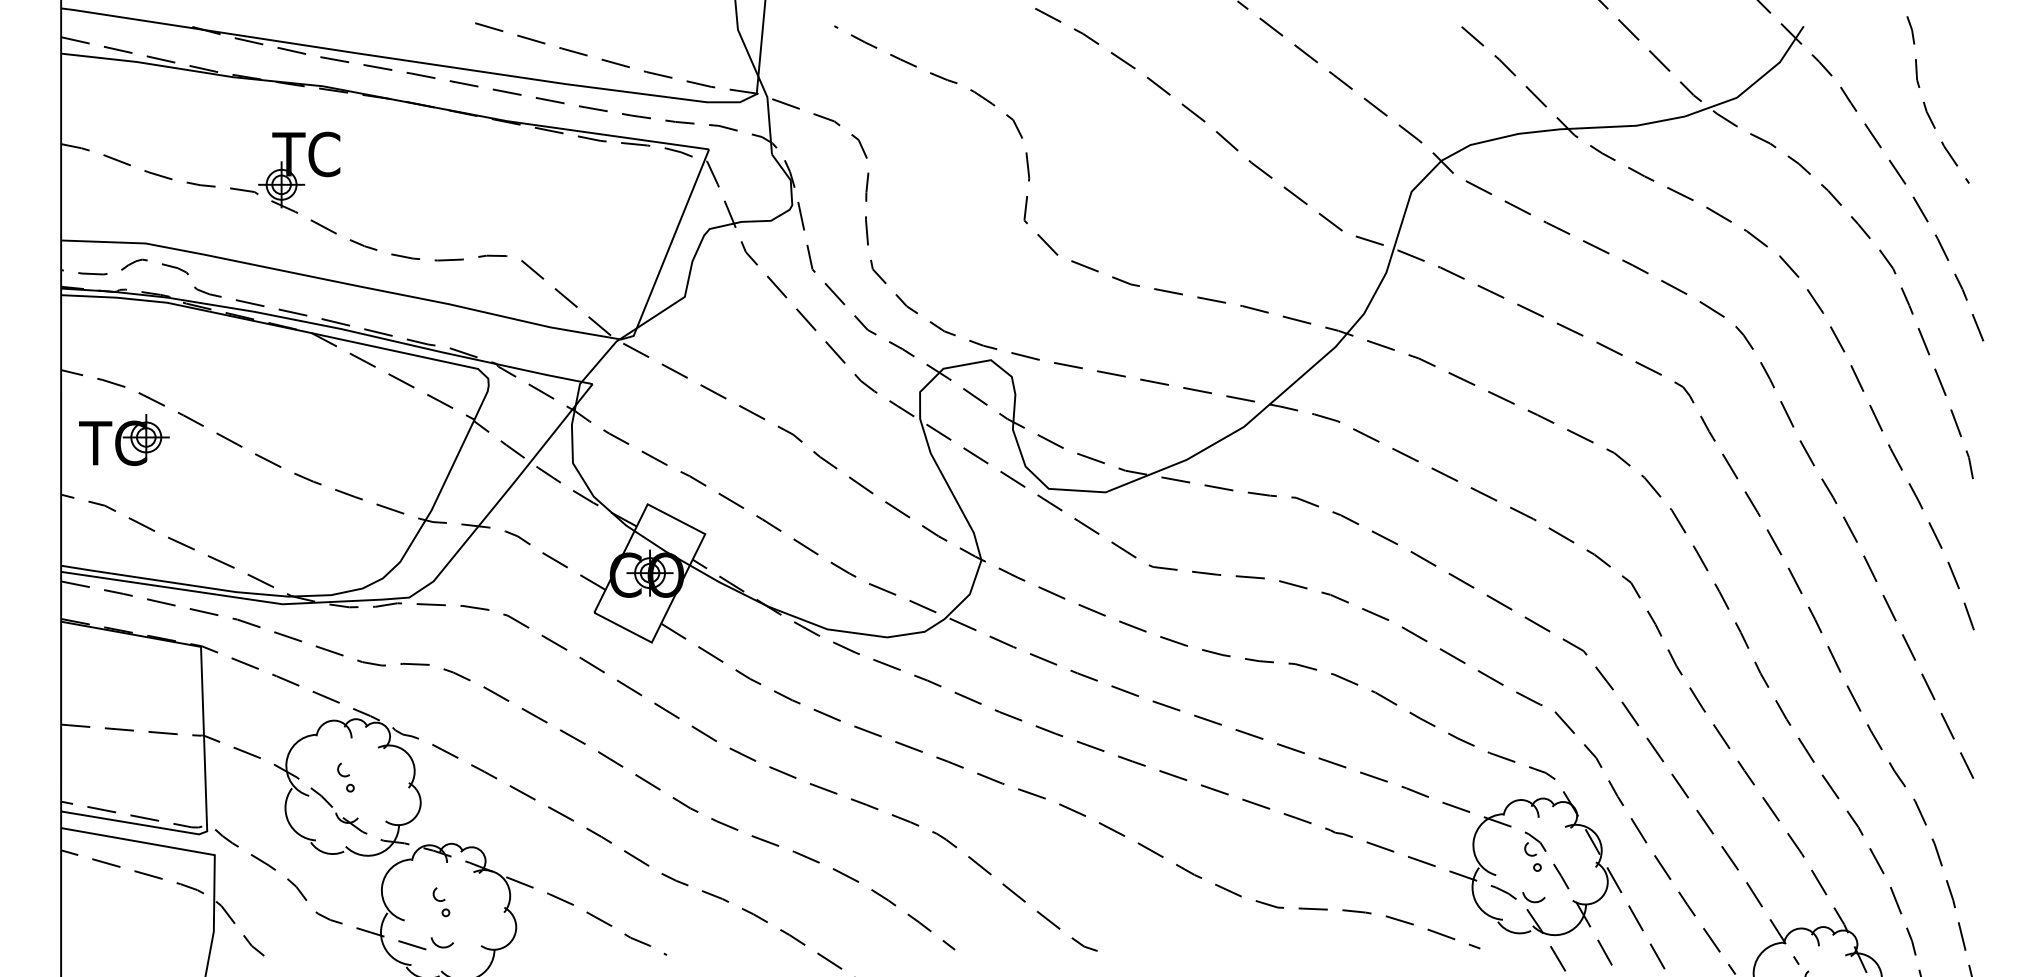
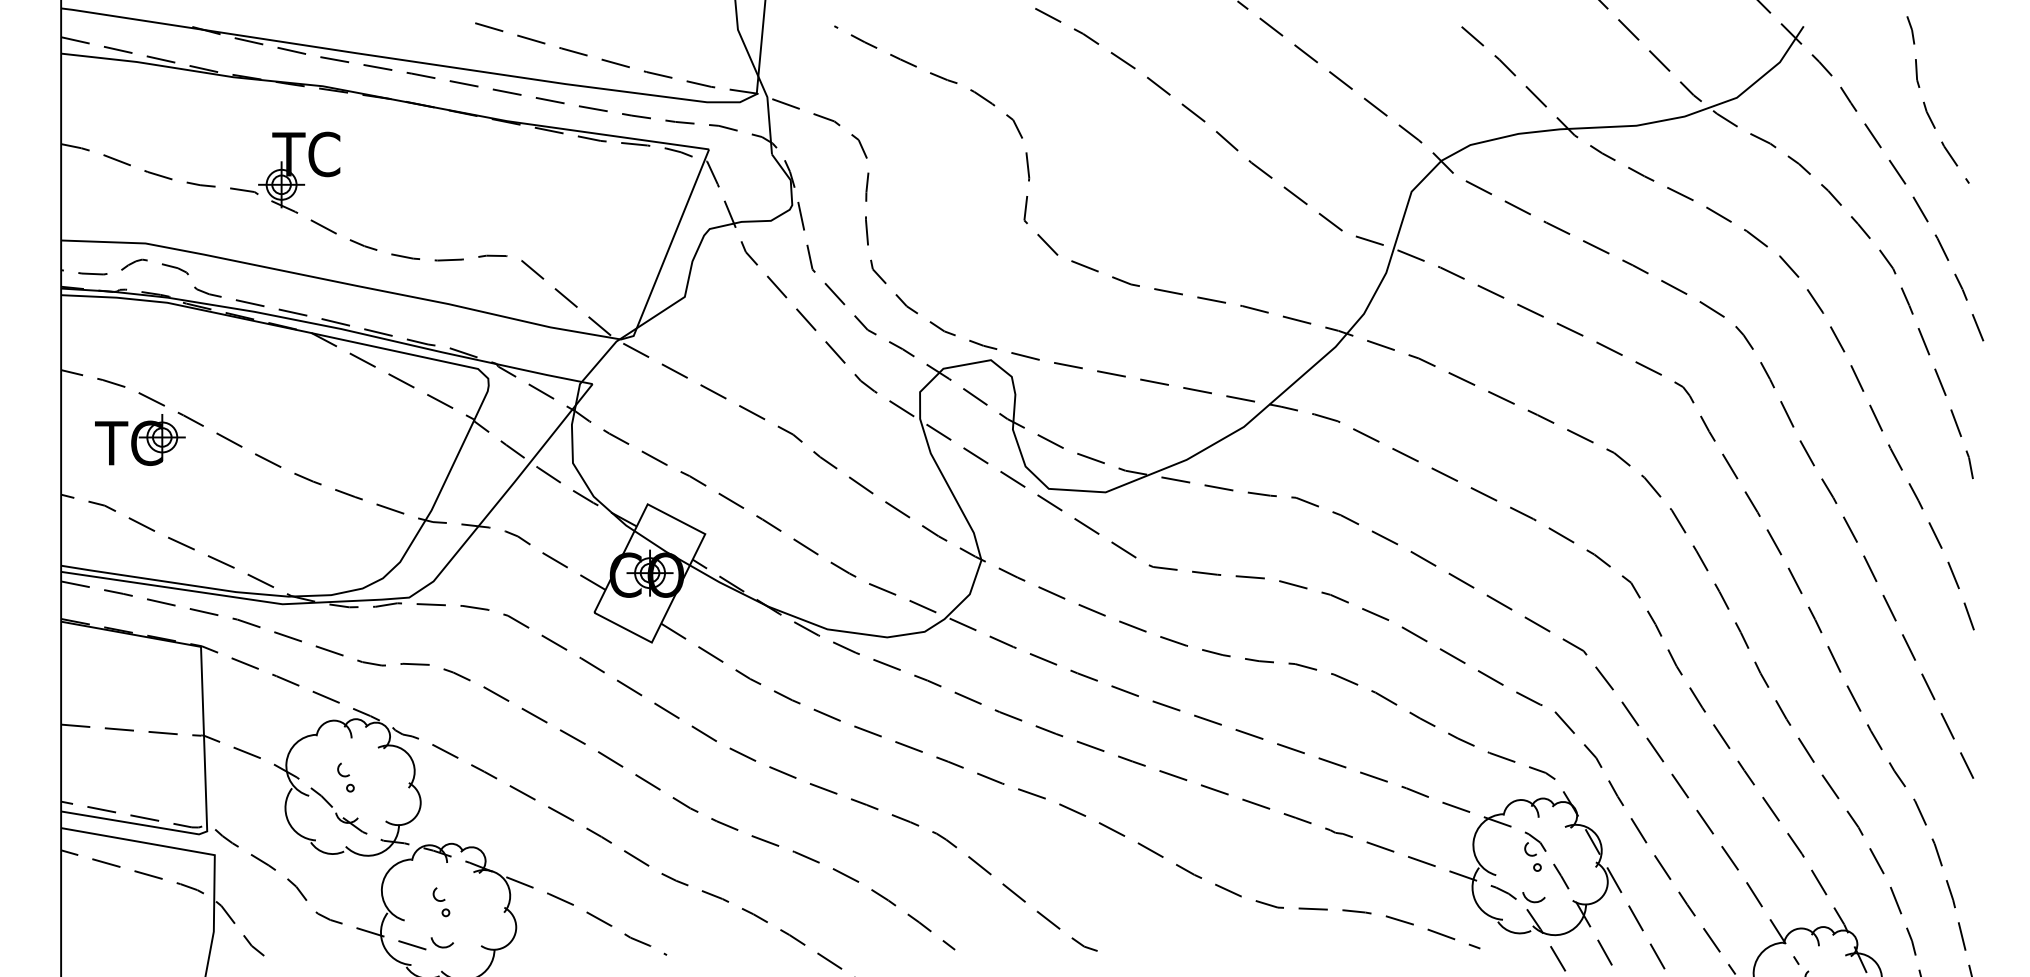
part at (124, 439) position: (124, 439) -> (140, 439)
